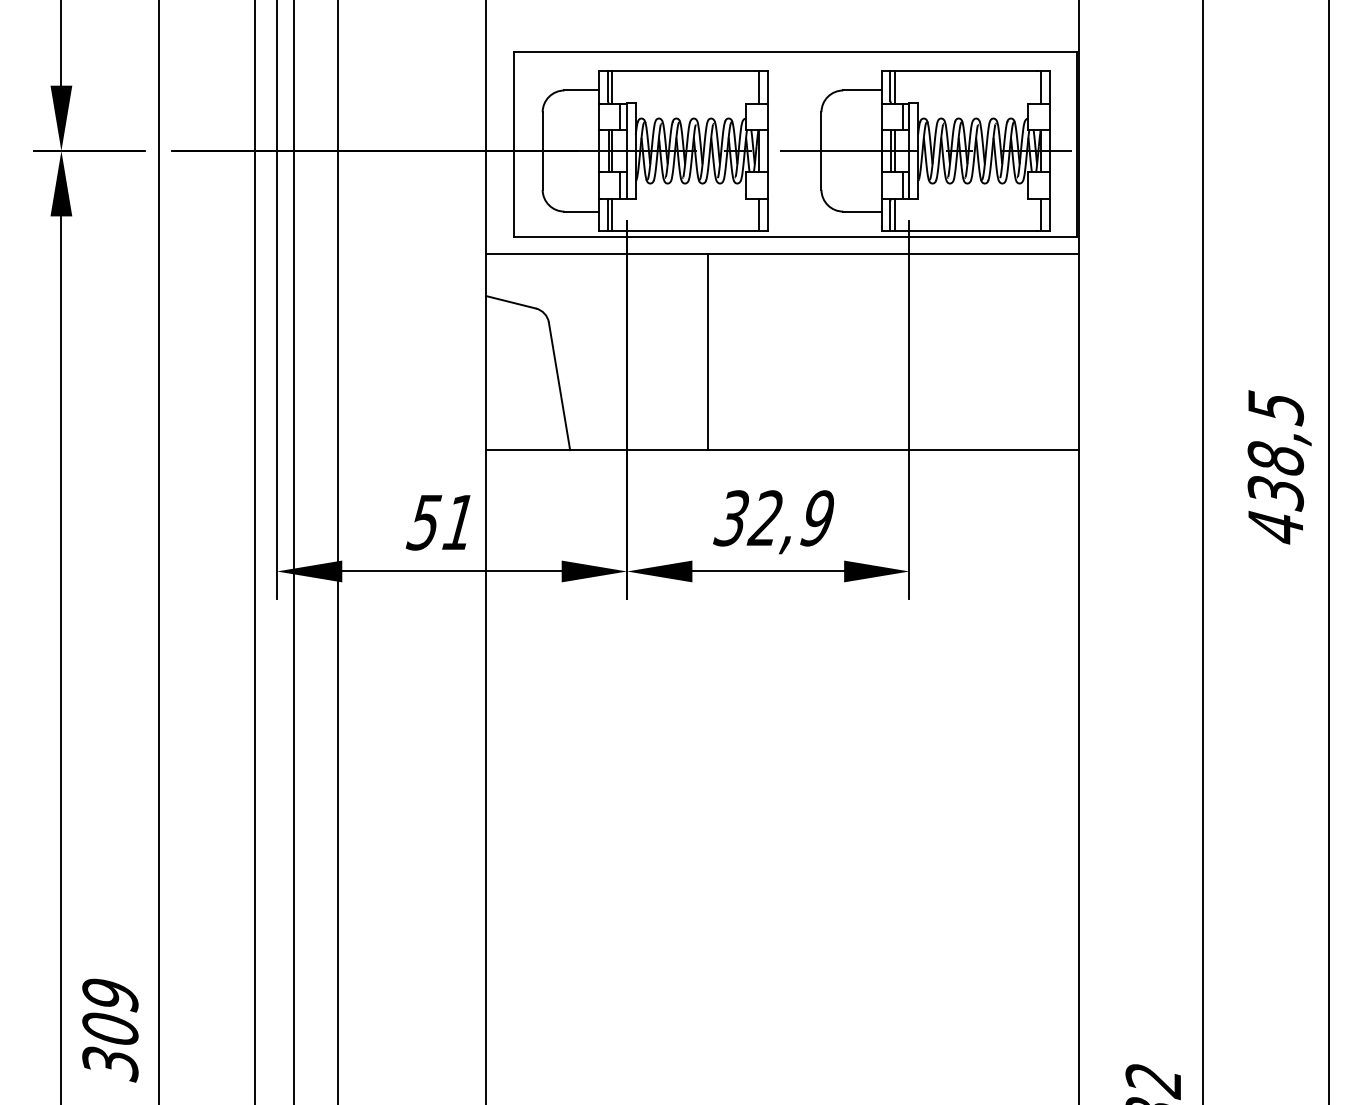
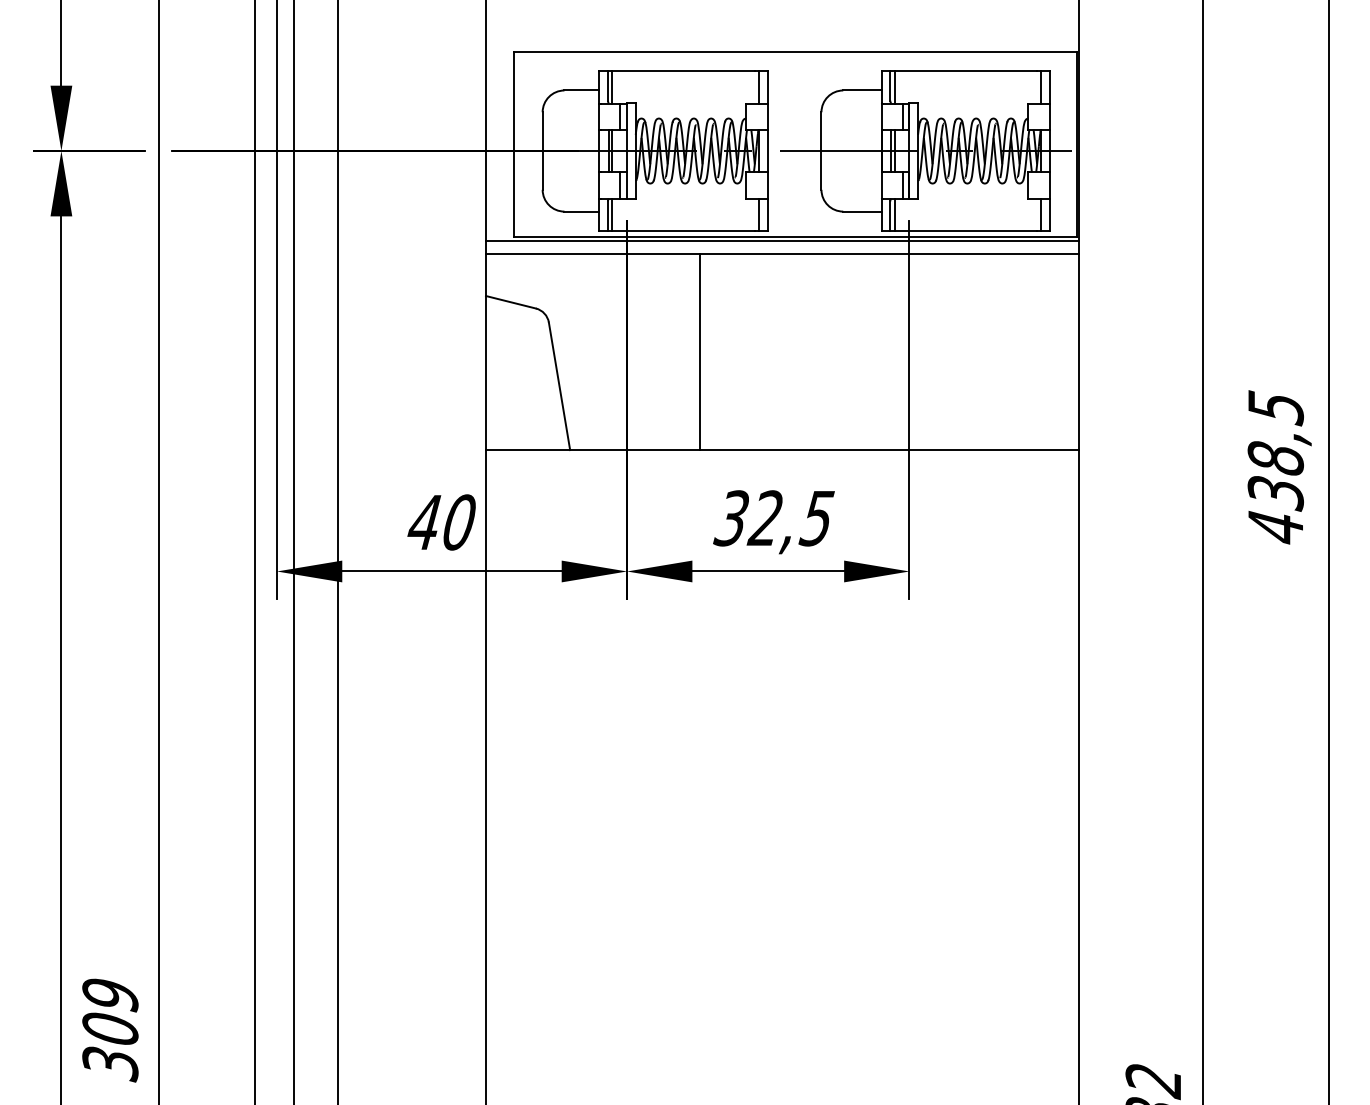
line at (782, 240): none -> present
line at (707, 352) position: (707, 352) -> (699, 352)
text at (816, 518): 32,9 -> 32,5
text at (440, 522): 51 -> 40
